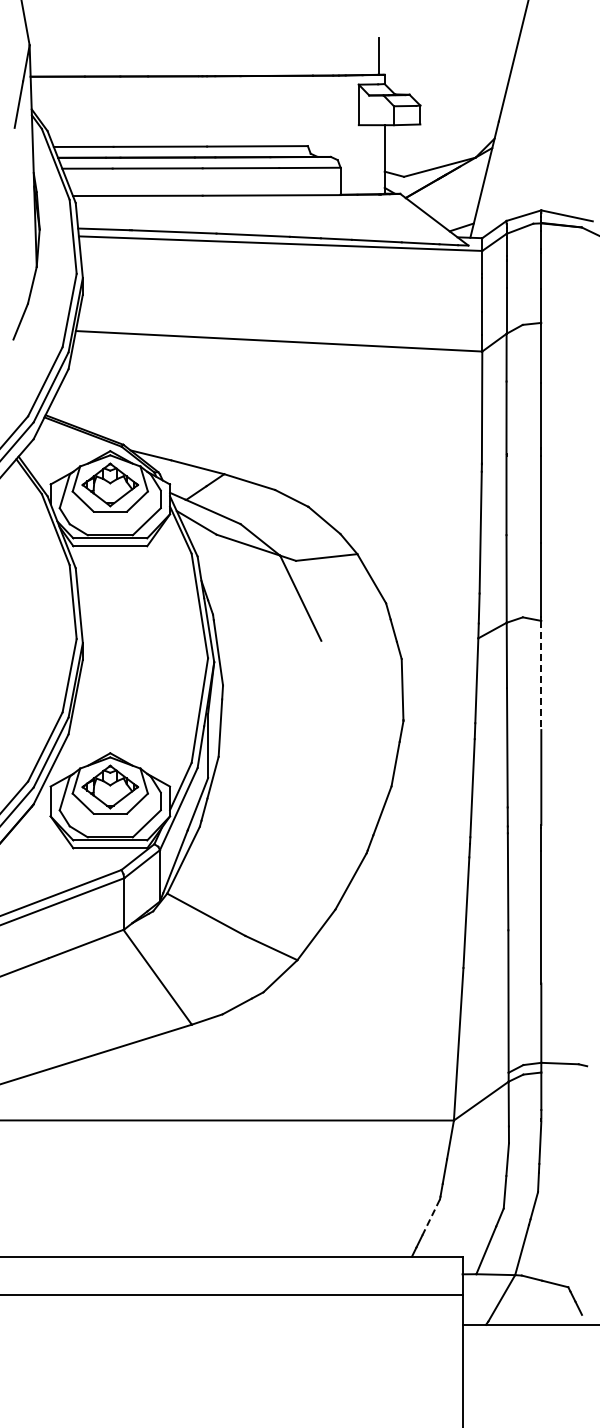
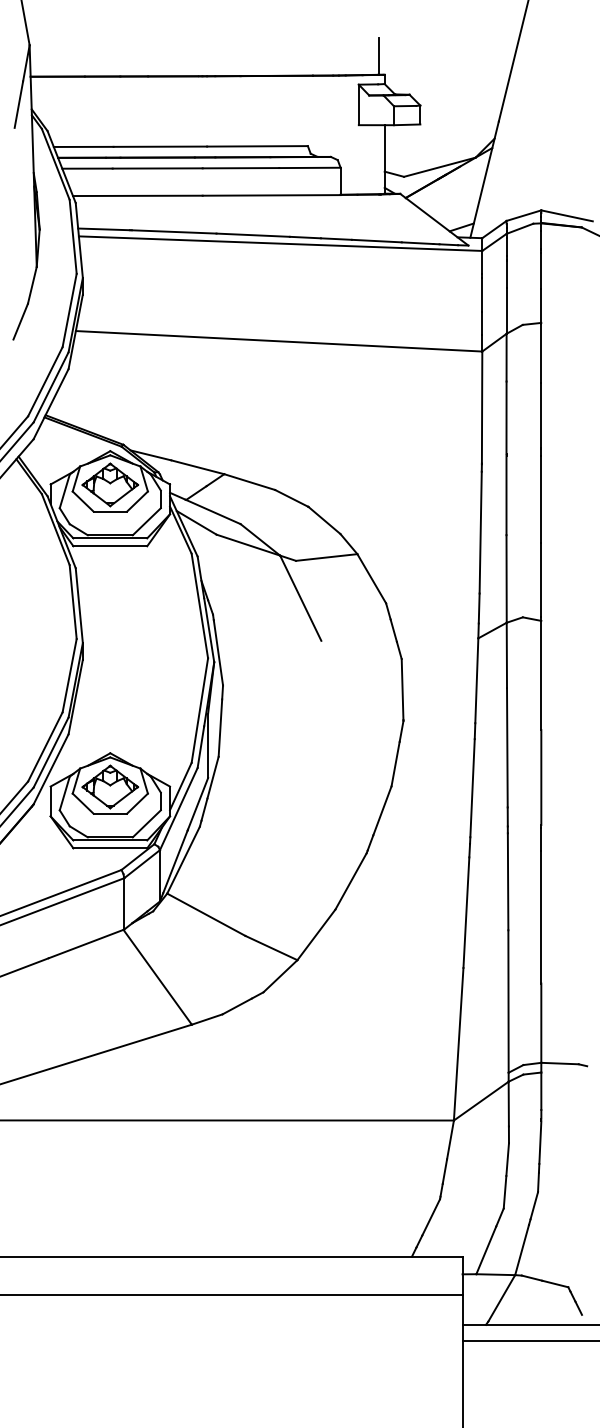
line at (541, 675): dashed -> solid
line at (431, 1217): dashed -> solid
line at (529, 1341): none -> present
